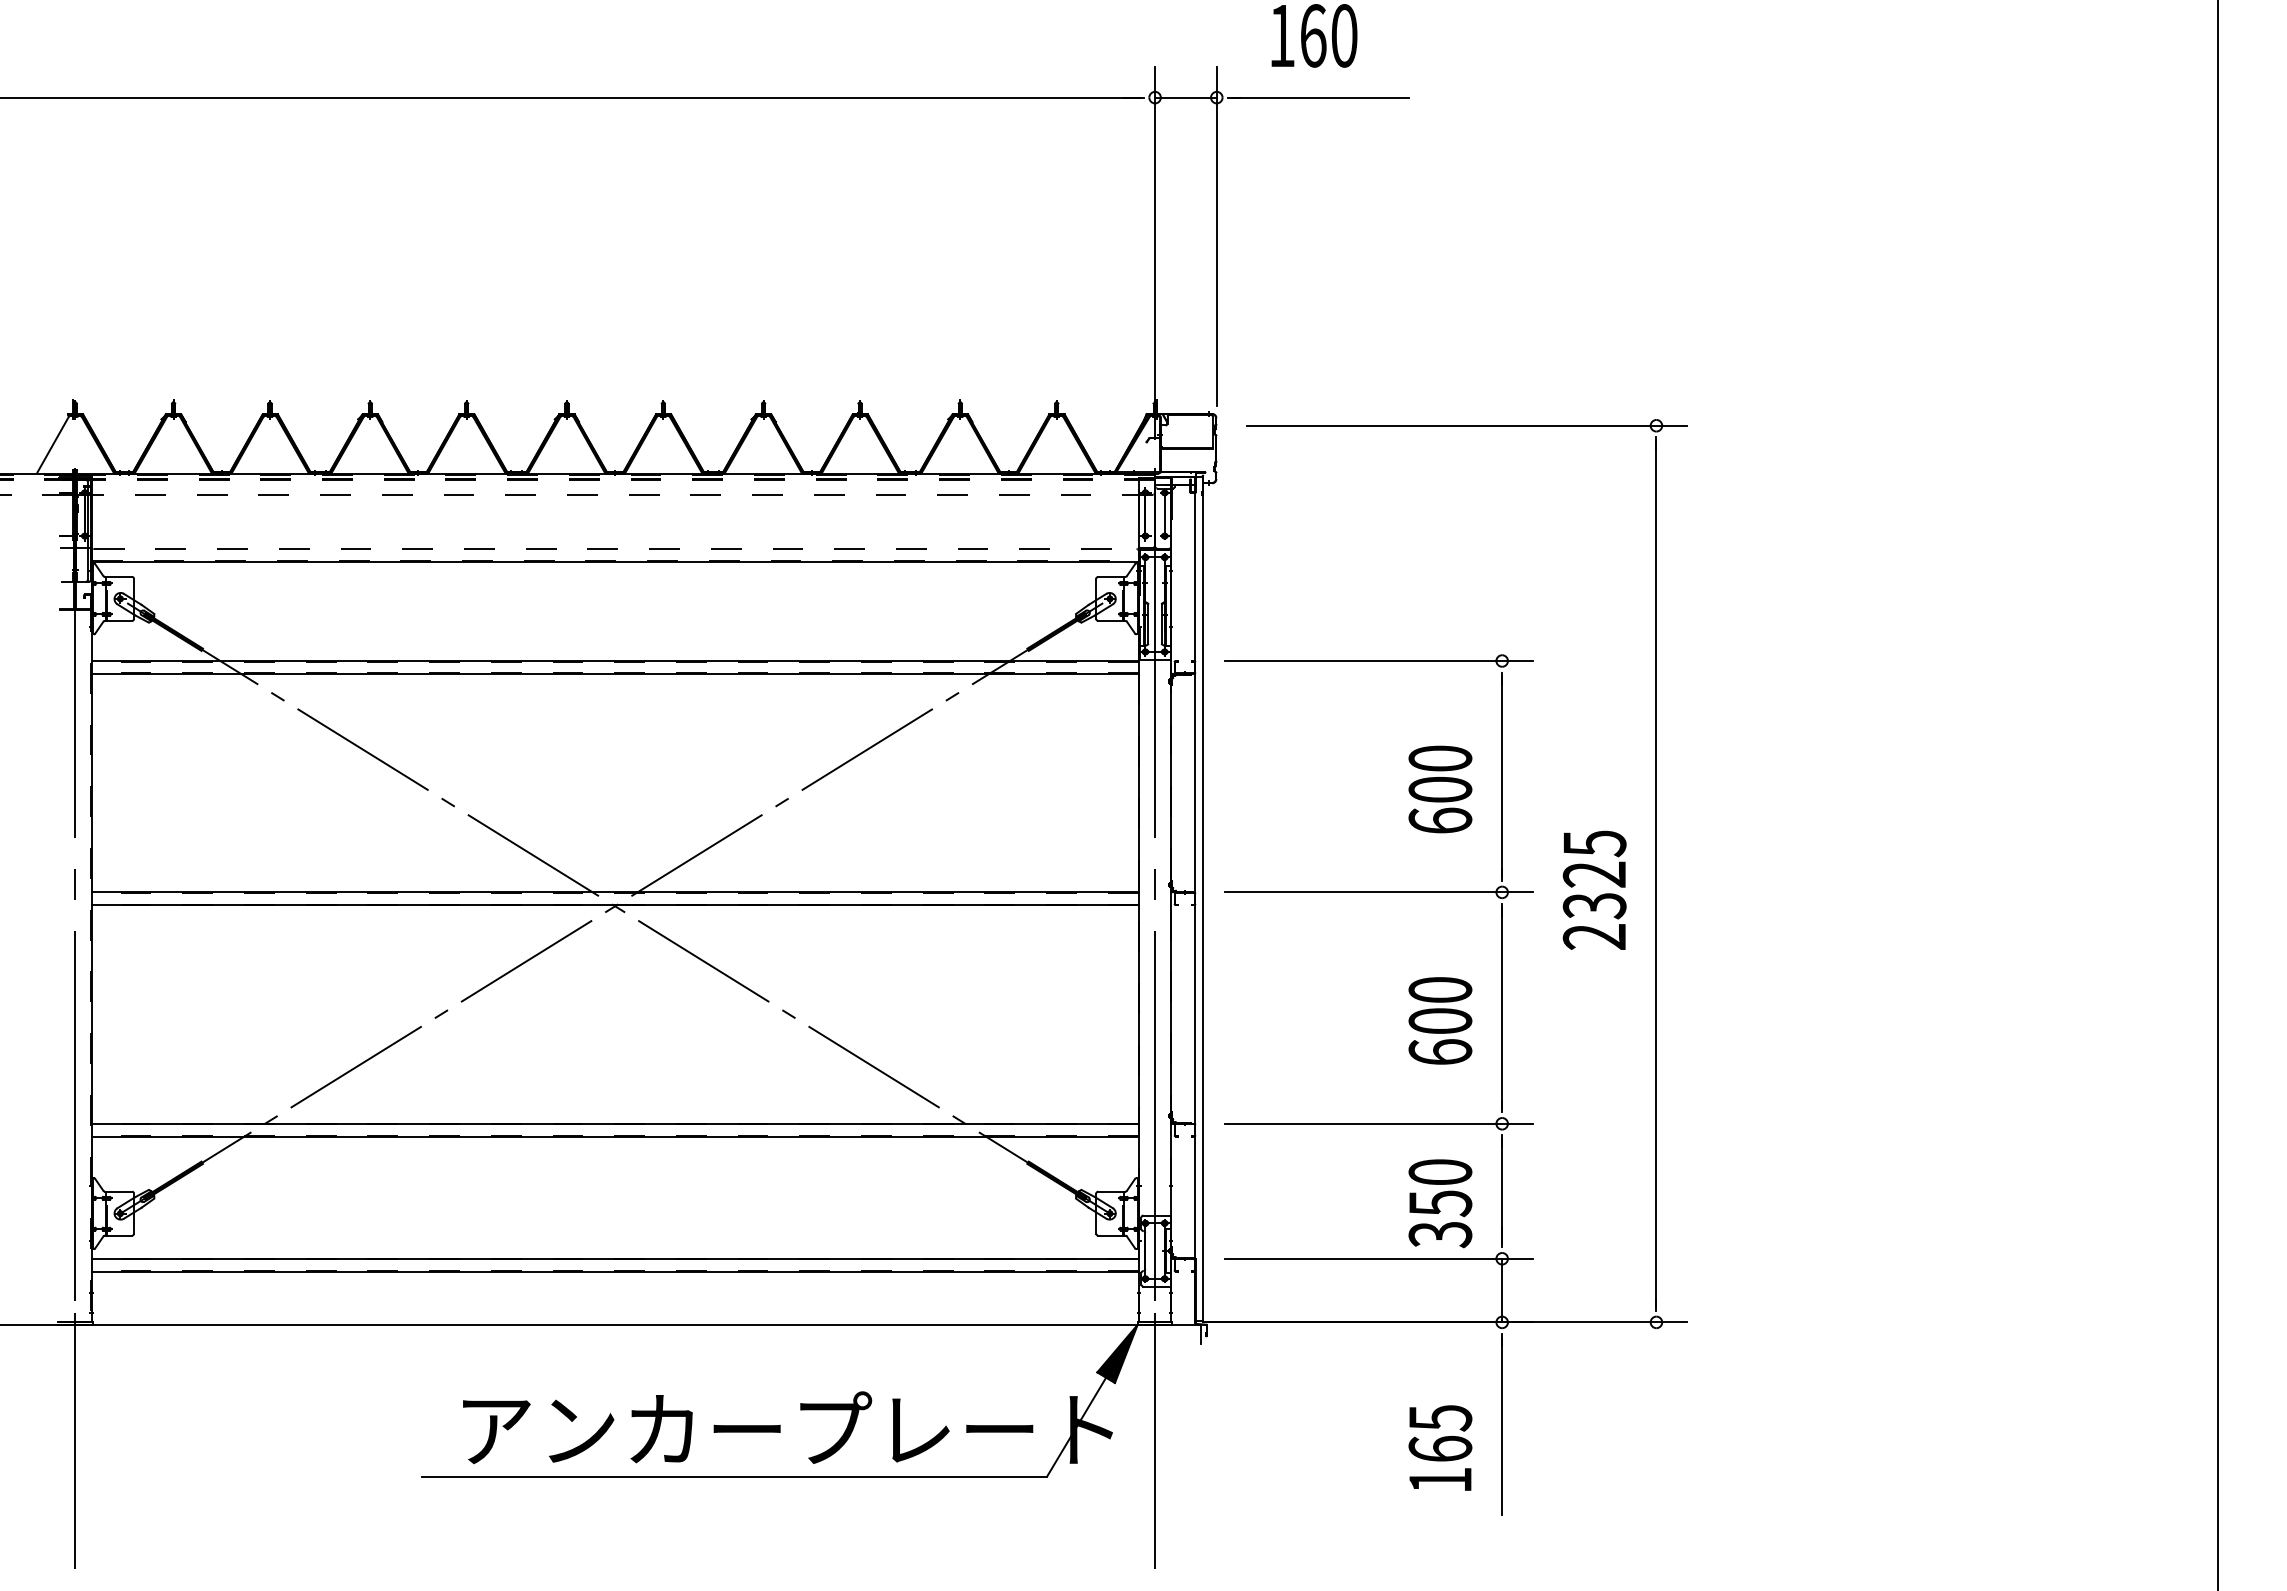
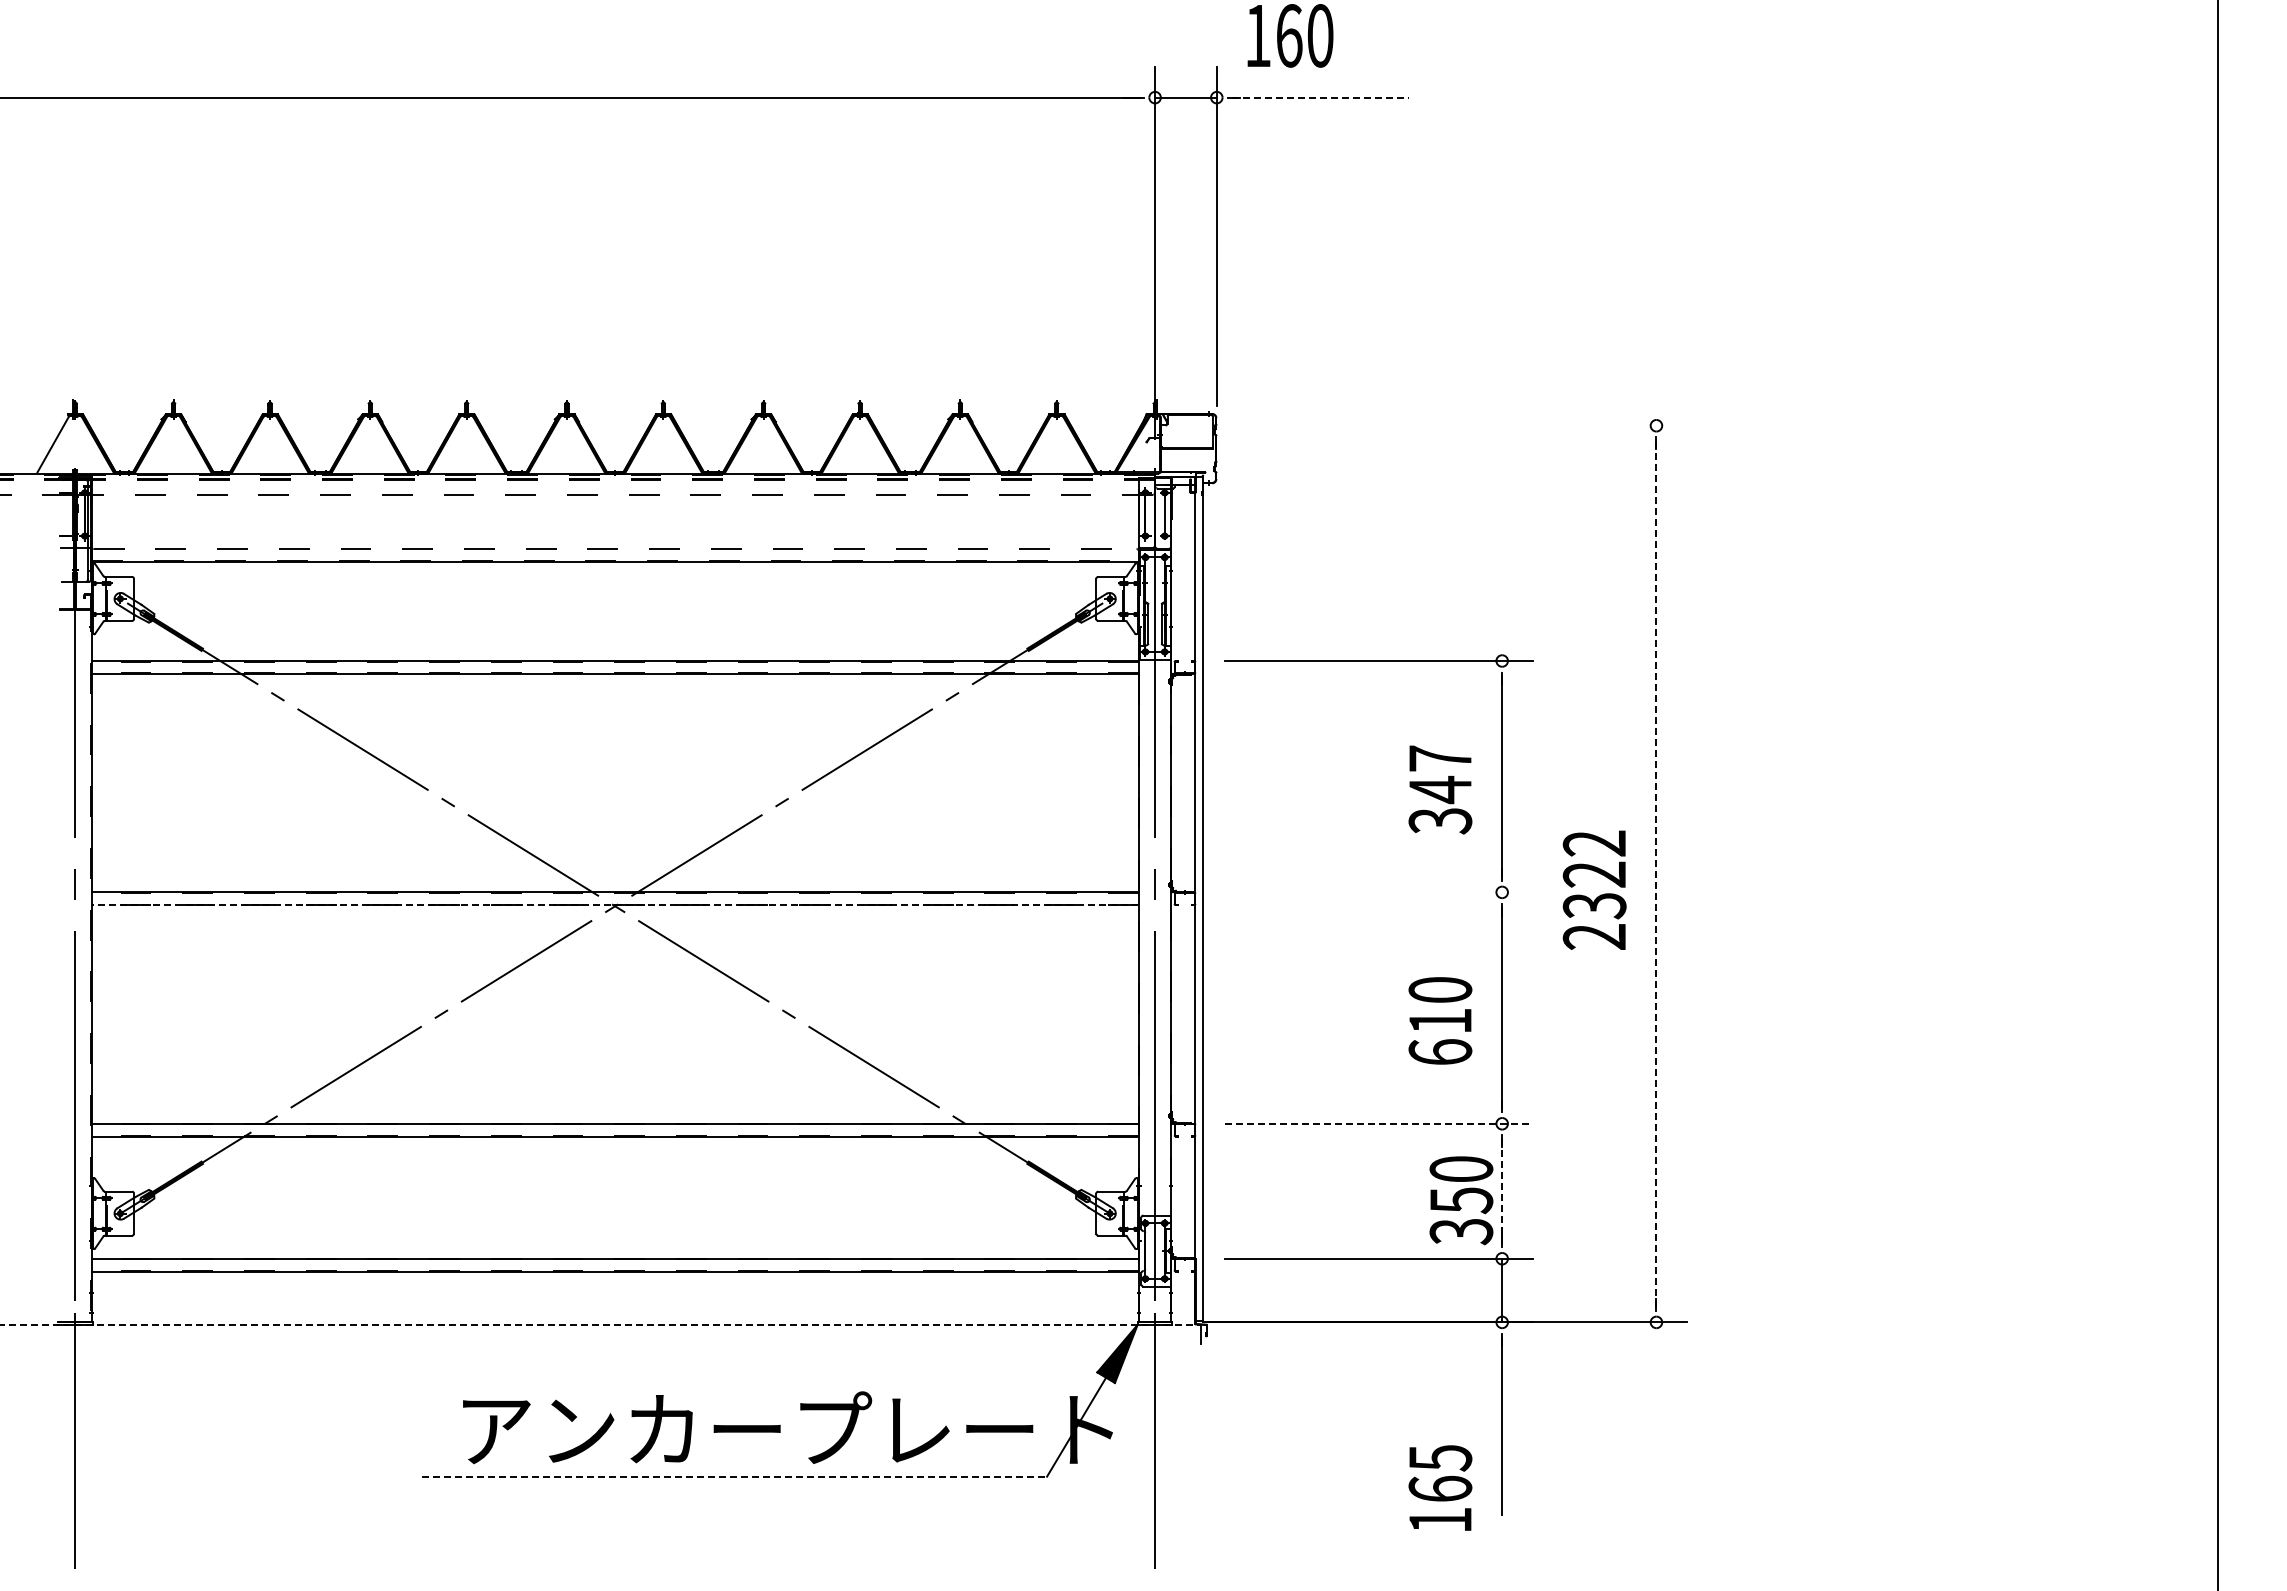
text at (1314, 35) position: (1314, 35) -> (1290, 35)
line at (1320, 97): solid -> dashed
line at (1466, 425): present -> none
text at (1440, 789): 600 -> 347
text at (1594, 843): 2325 -> 2322
line at (1656, 874): solid -> dashed
line at (1379, 892): present -> none
line at (615, 905): solid -> dashed
text at (1440, 1020): 600 -> 610
line at (1379, 1123): solid -> dashed
line at (1502, 1191): solid -> dashed
text at (1440, 1203) position: (1440, 1203) -> (1461, 1200)
line at (601, 1324): solid -> dashed
text at (1440, 1447) position: (1440, 1447) -> (1440, 1487)
line at (734, 1476): solid -> dashed
